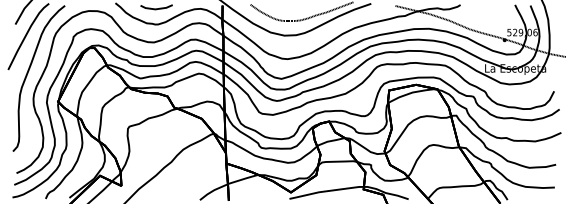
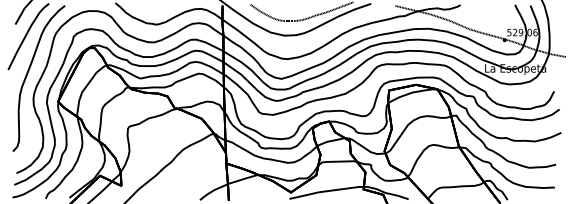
line at (156, 8): present -> none
